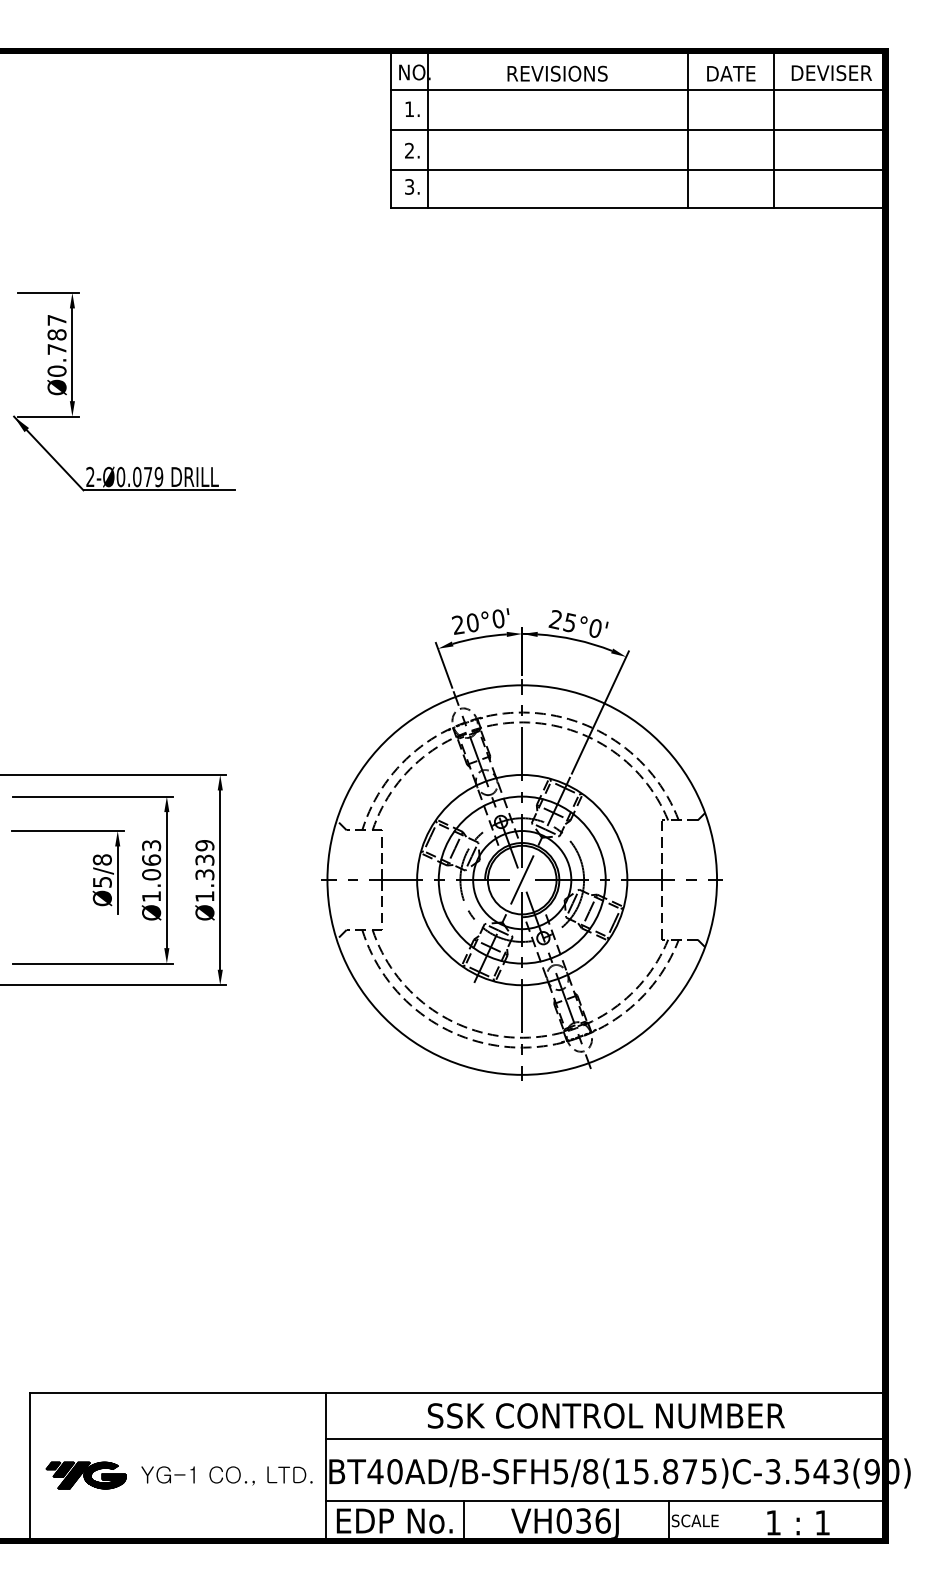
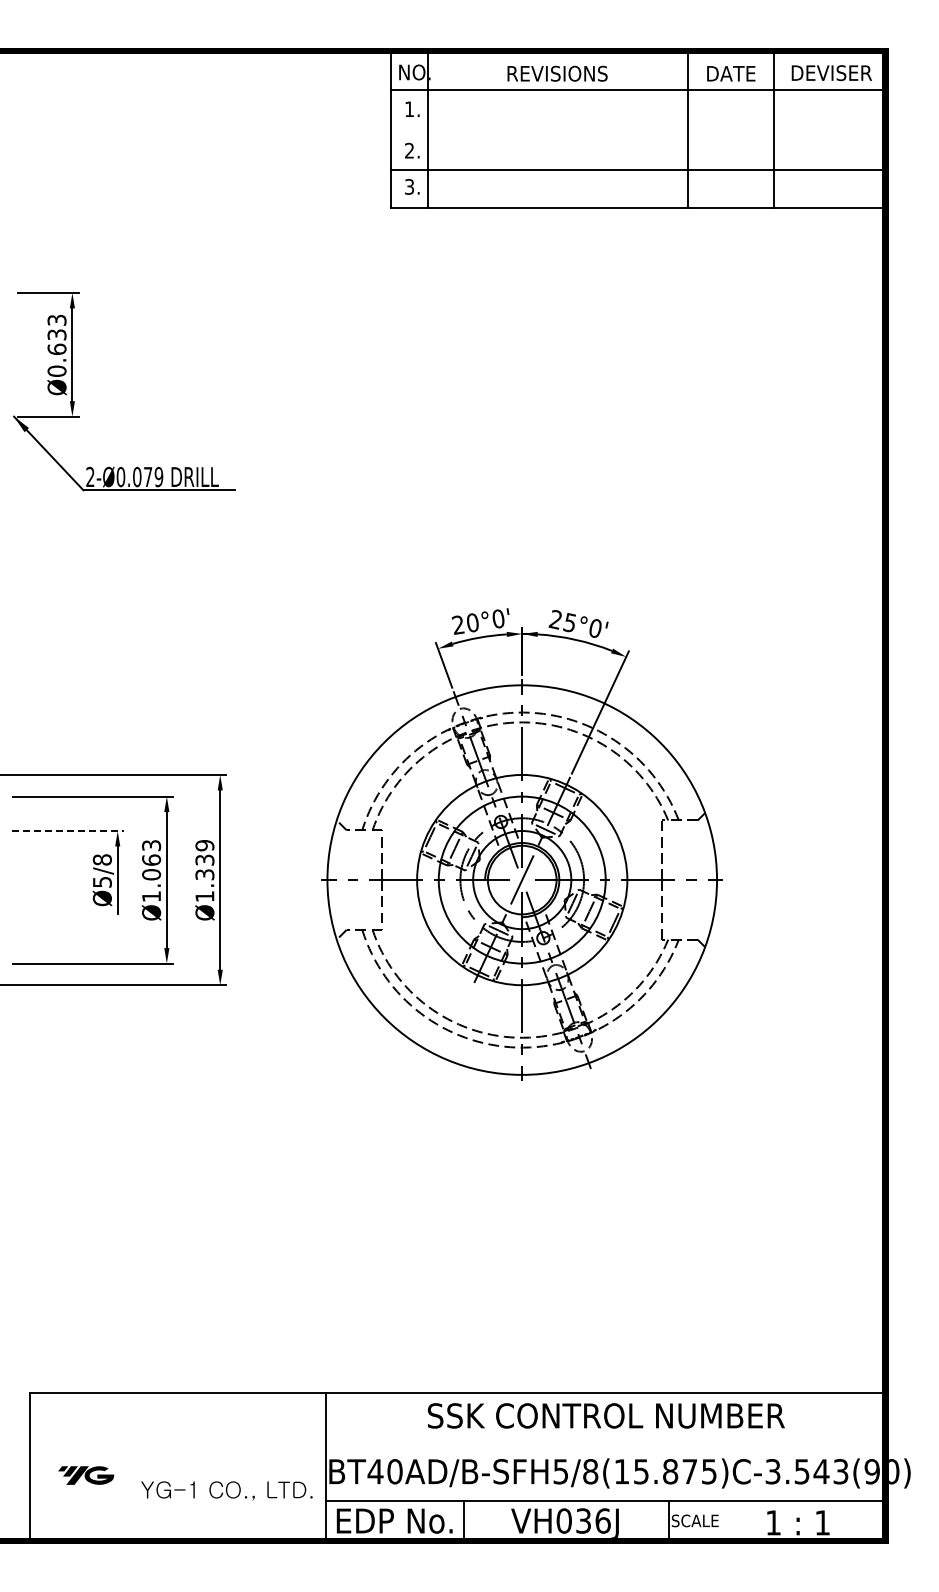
line at (637, 130): present -> none
text at (56, 334): Ø0.787 -> Ø0.633
line at (68, 831): solid -> dashed
line at (605, 1439): present -> none
part at (85, 1475) size: 82x29 px -> 57x19 px
text at (226, 1475) position: (226, 1475) -> (226, 1490)
